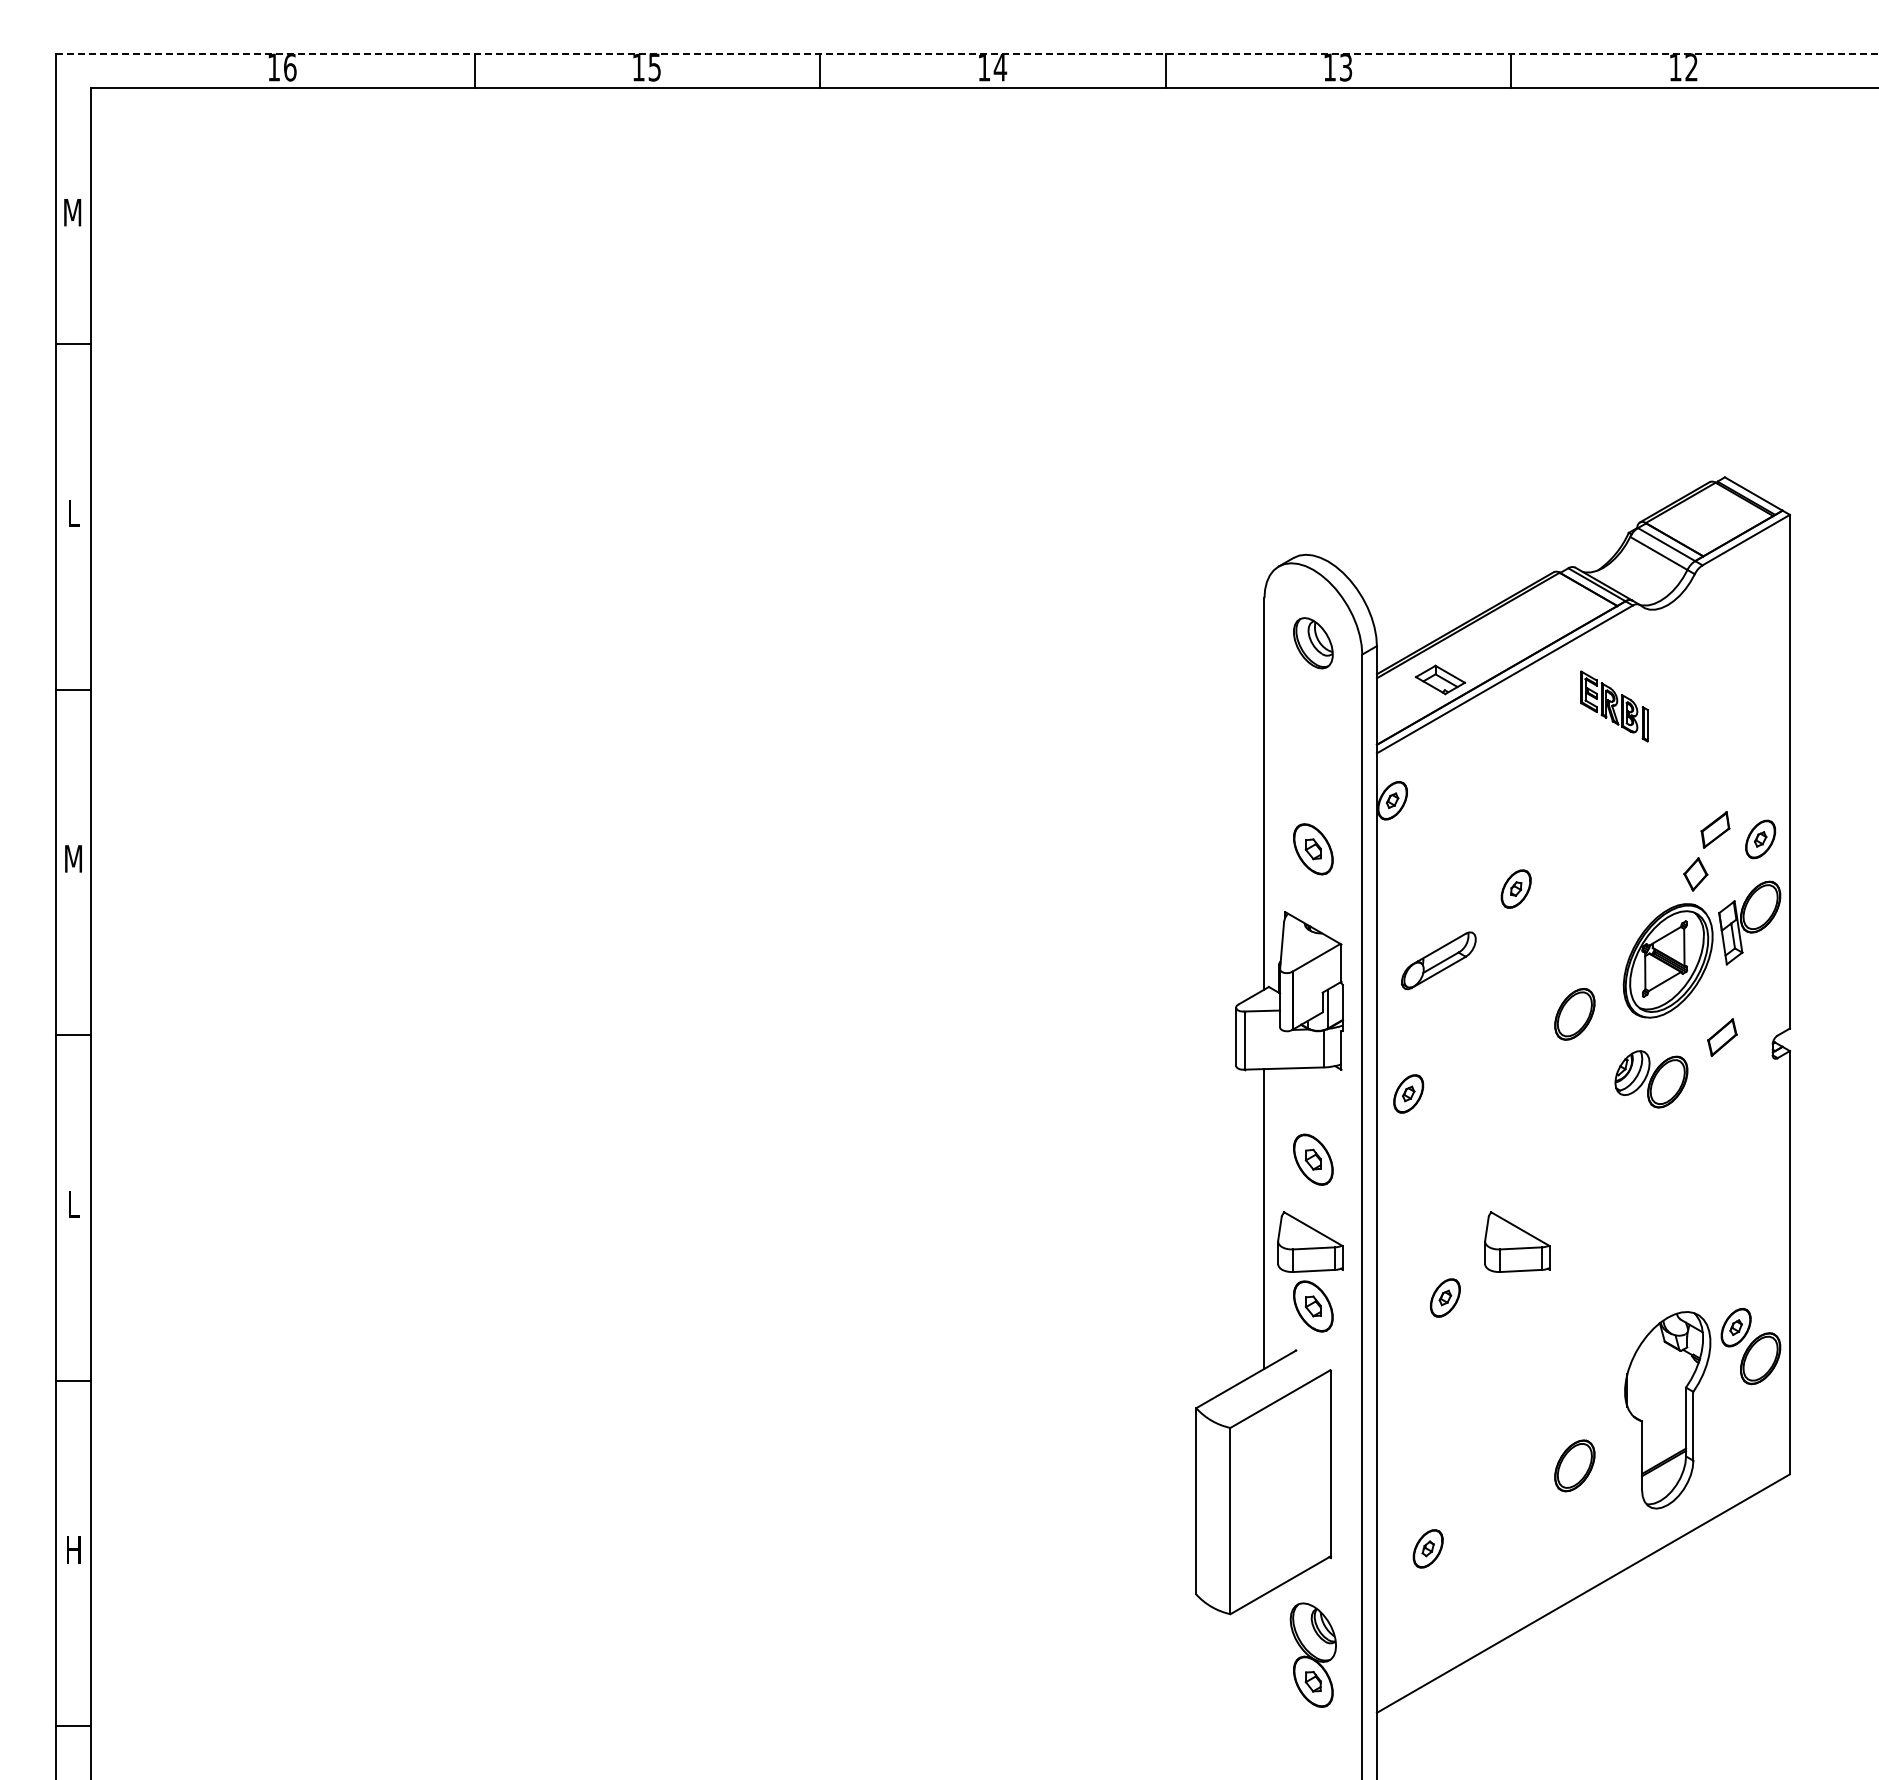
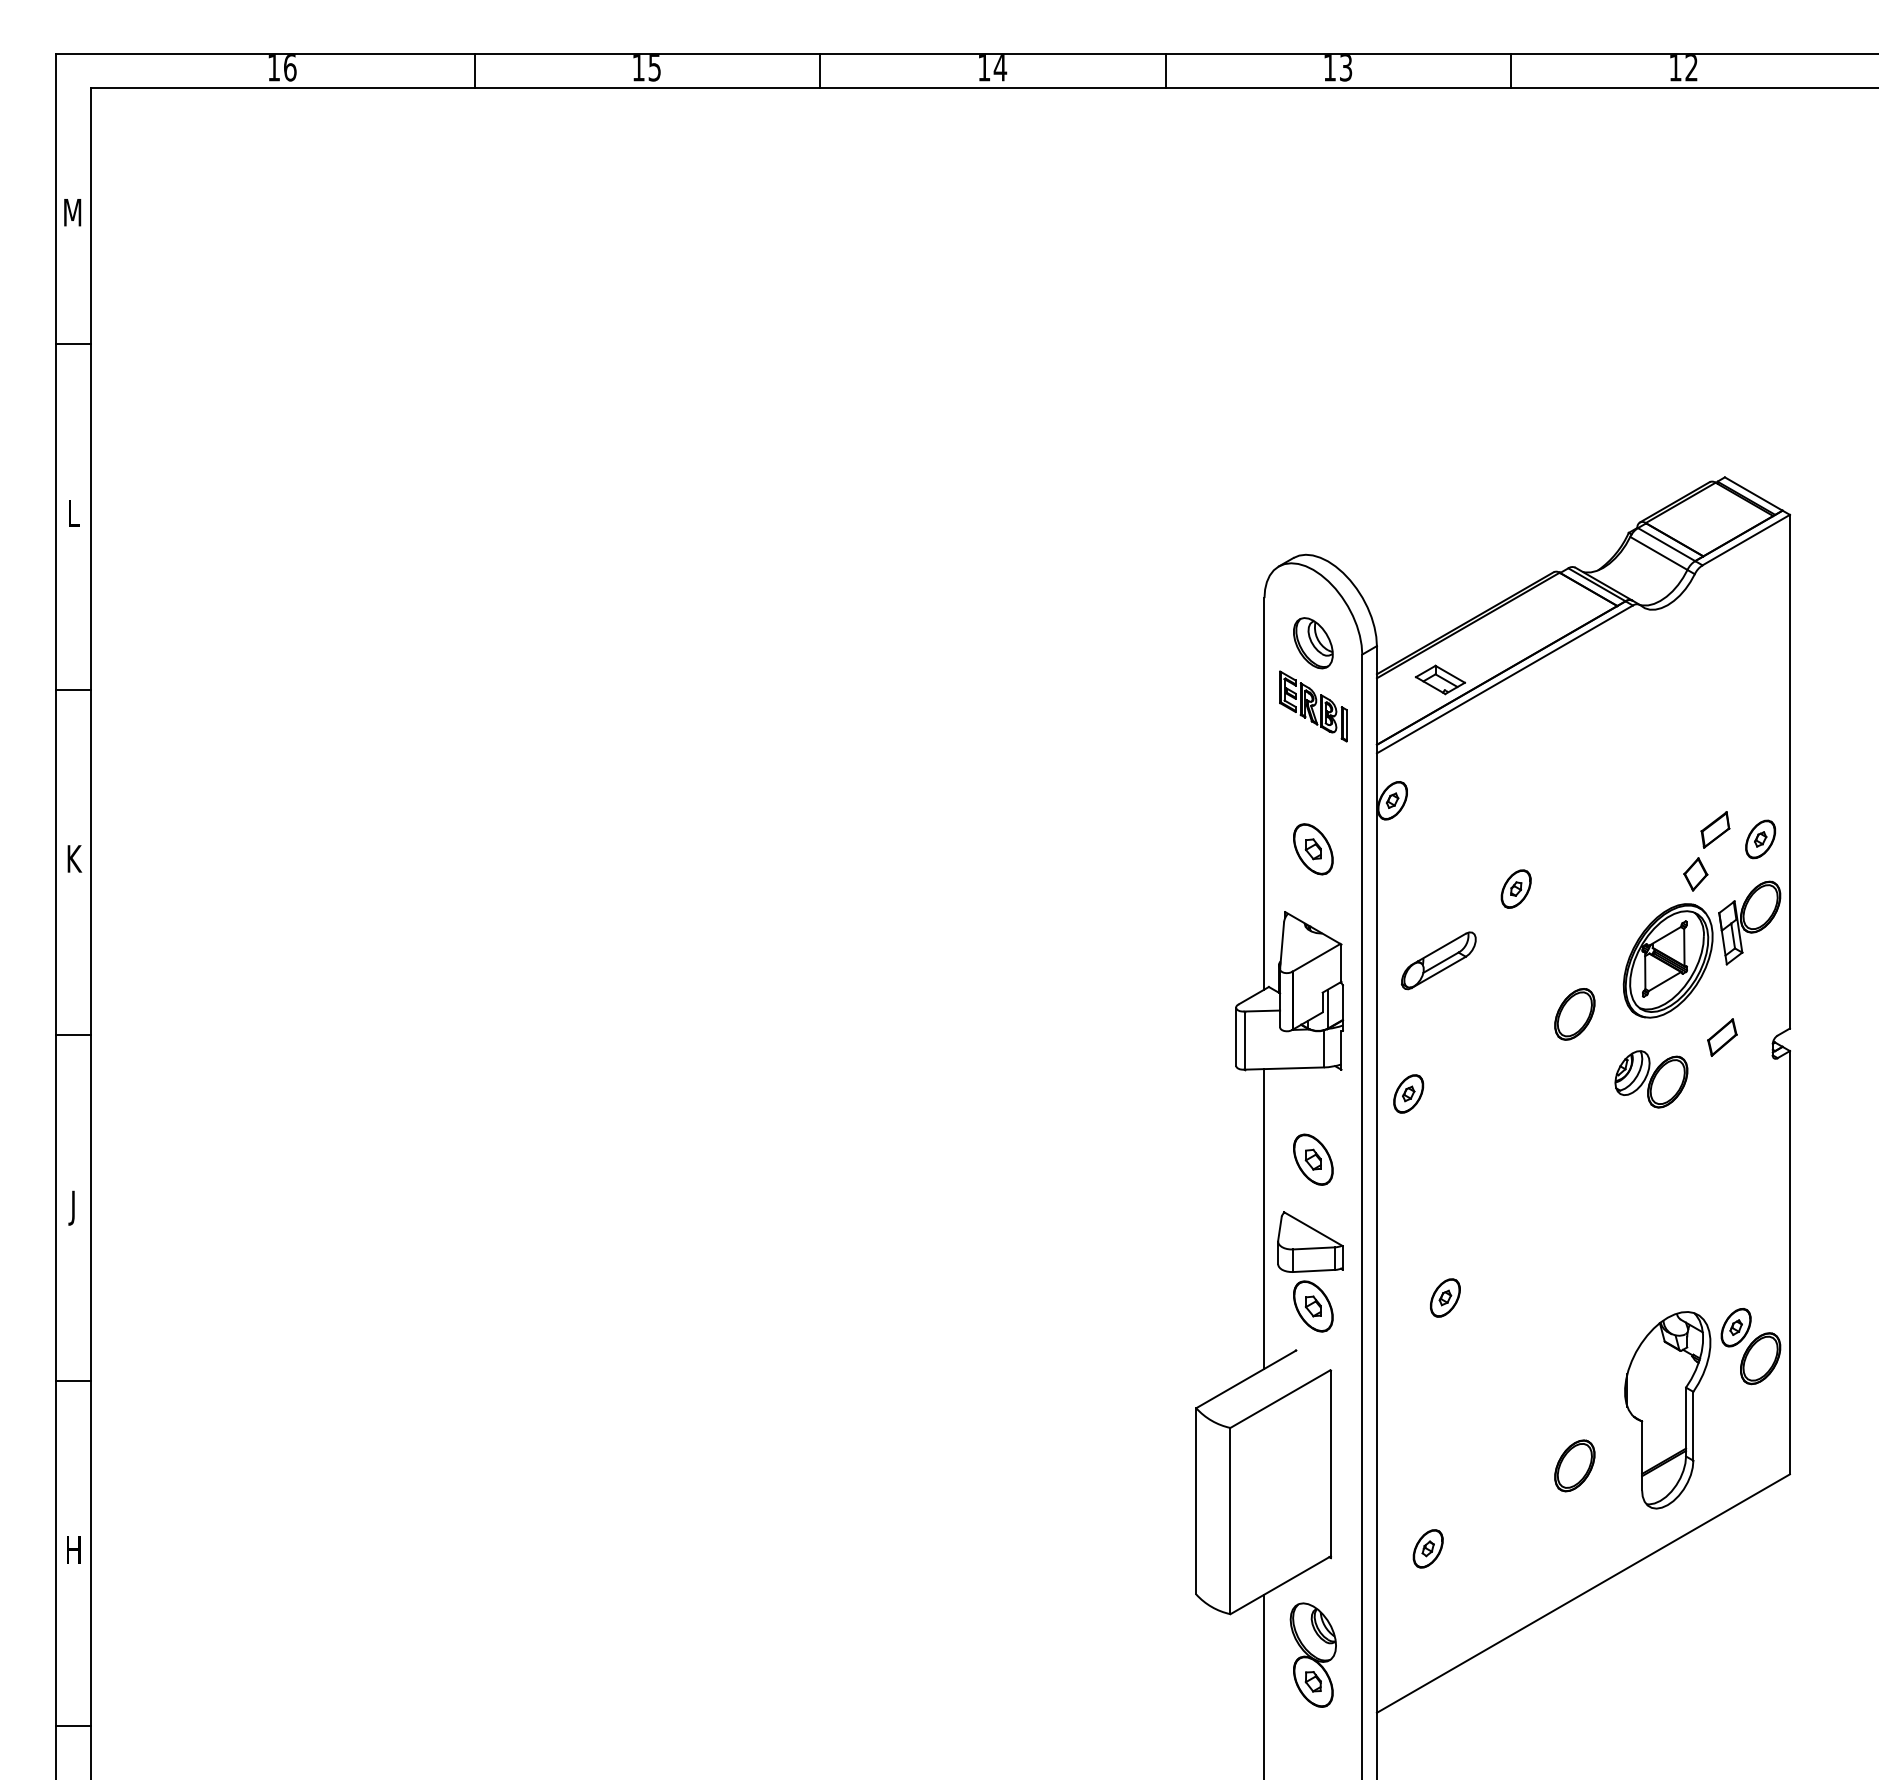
line at (967, 53): dashed -> solid
part at (1614, 706) position: (1614, 706) -> (1313, 706)
text at (73, 858): M -> K
text at (73, 1207): L -> J
part at (1517, 1241): present -> none
line at (1264, 1685): none -> present
